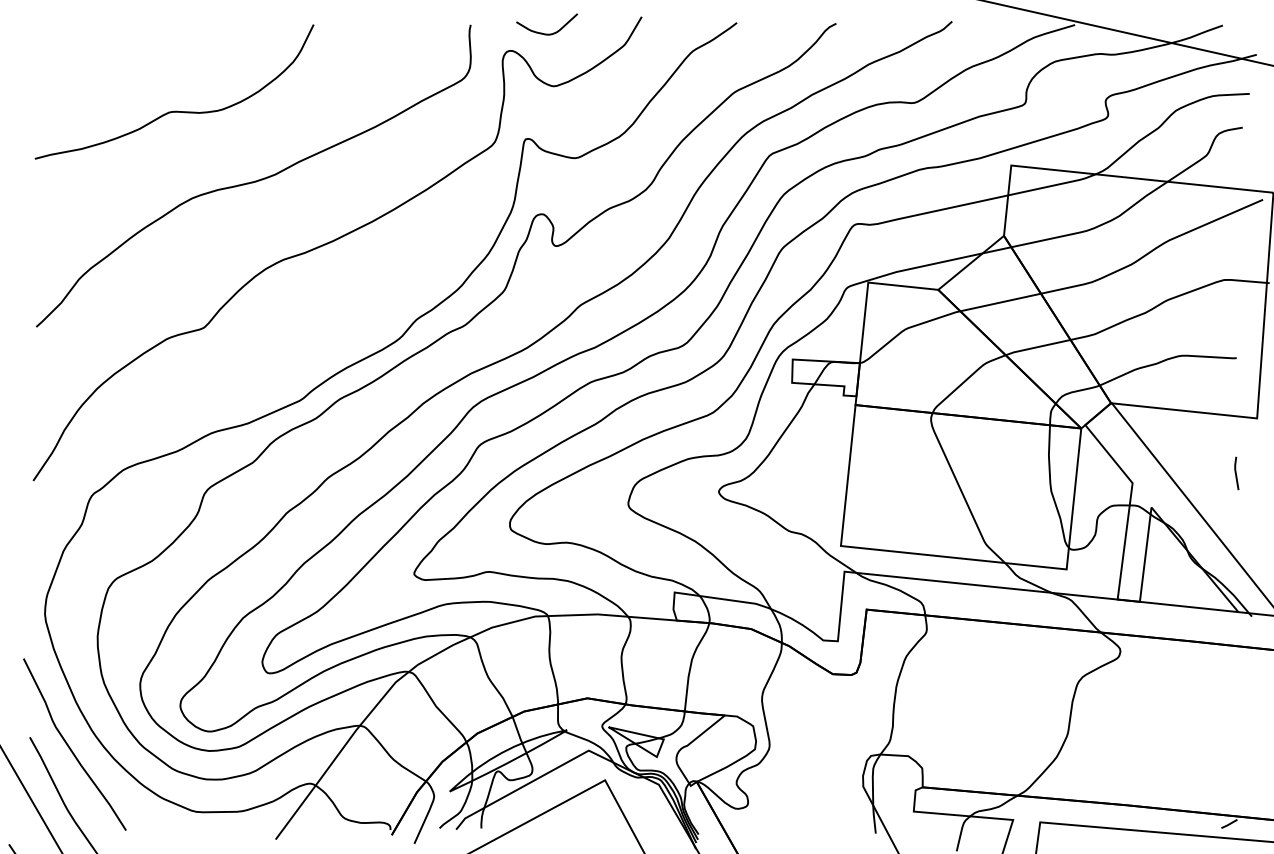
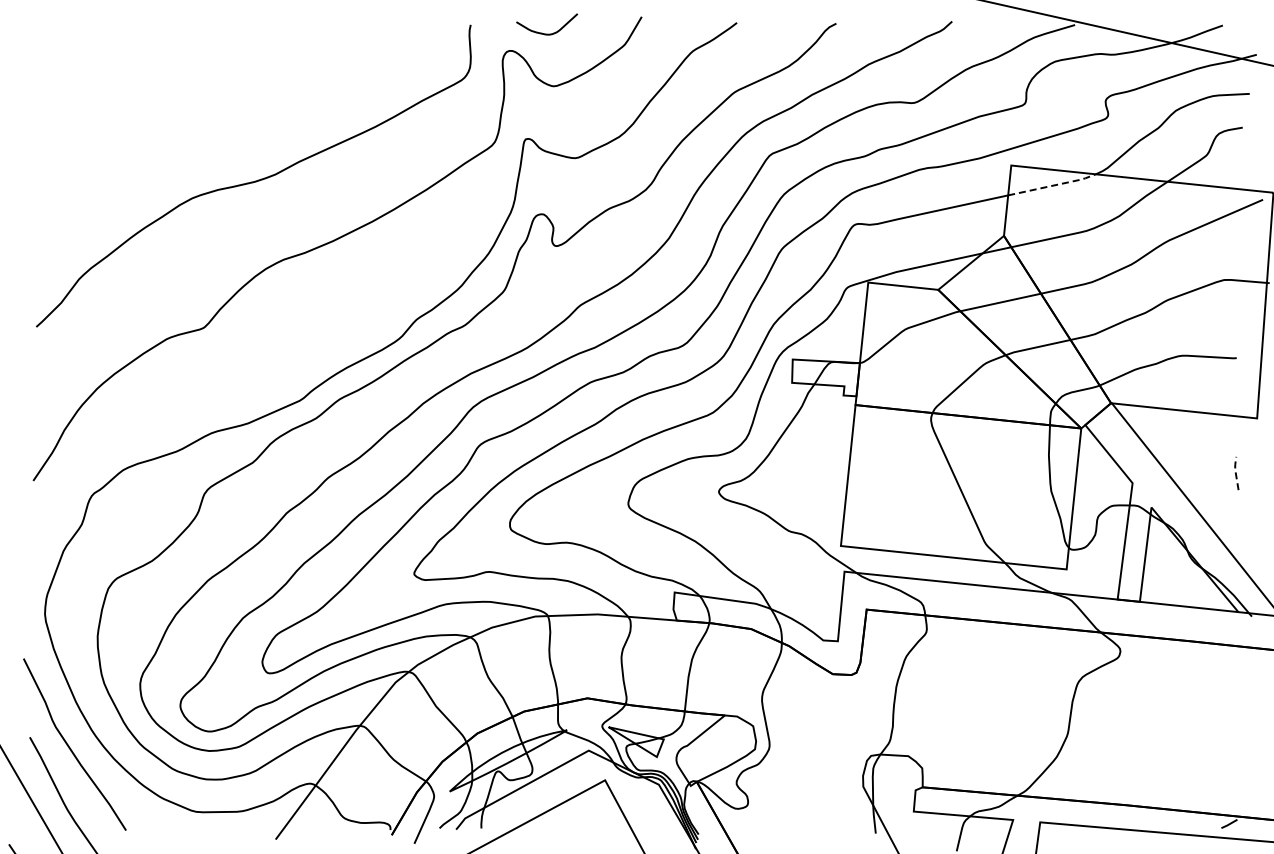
curve at (175, 110): present -> none
line at (1053, 185): solid -> dashed
line at (1235, 471): solid -> dashed
